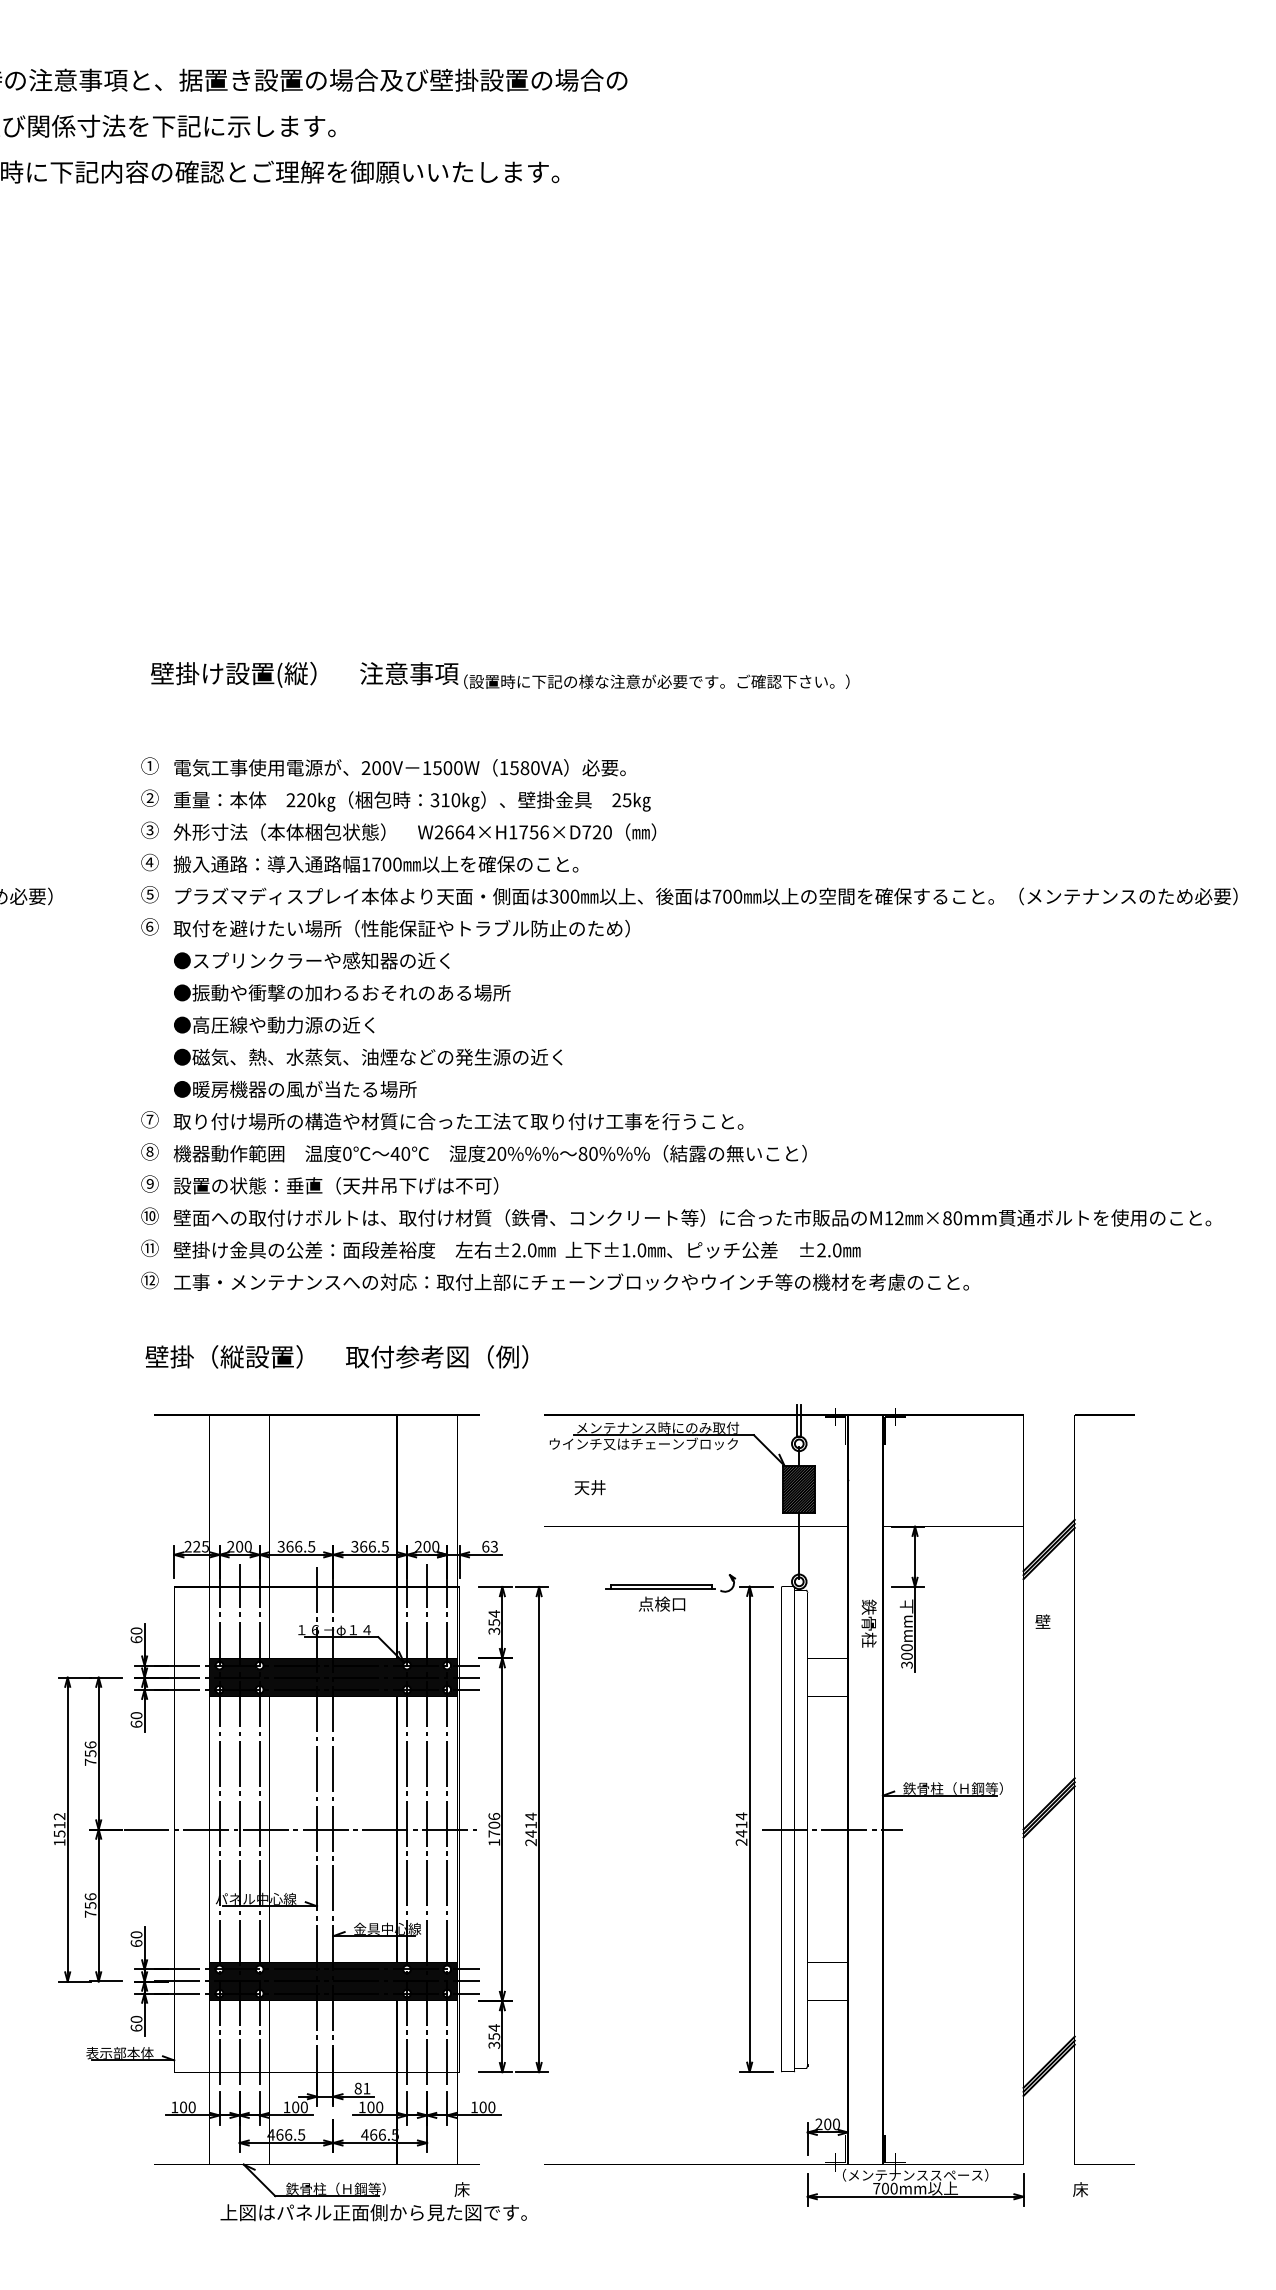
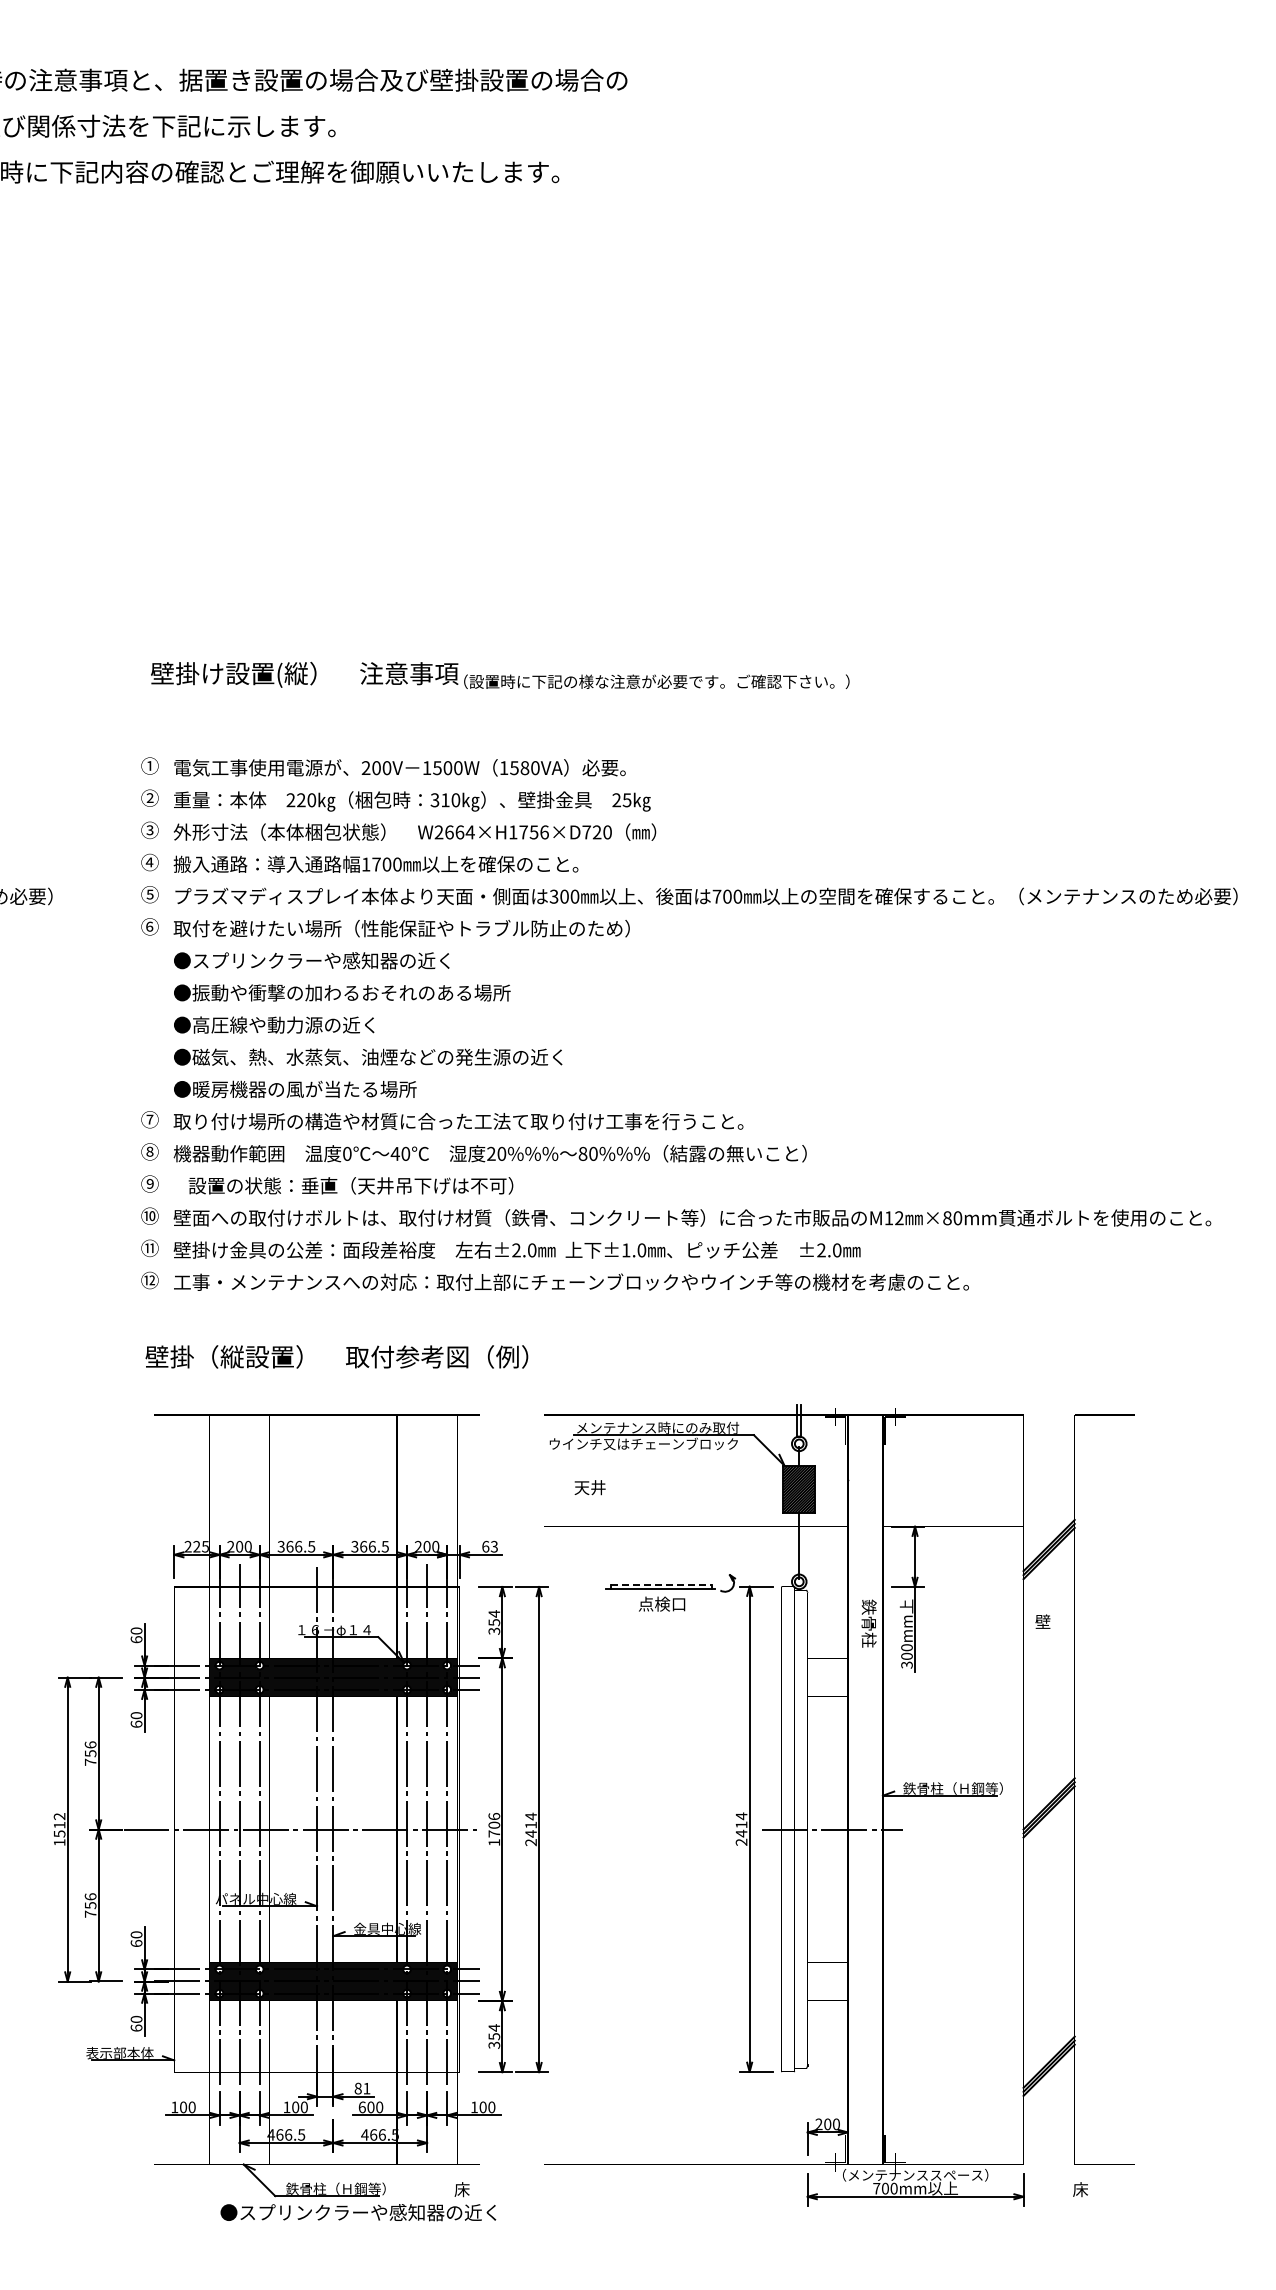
text at (335, 1185) position: (335, 1185) -> (350, 1185)
line at (661, 1584): solid -> dashed
text at (361, 2107): 100 -> 600
text at (373, 2212): 上図はパネル正面側から見た図です。 -> ●スプリンクラーや感知器の近く
